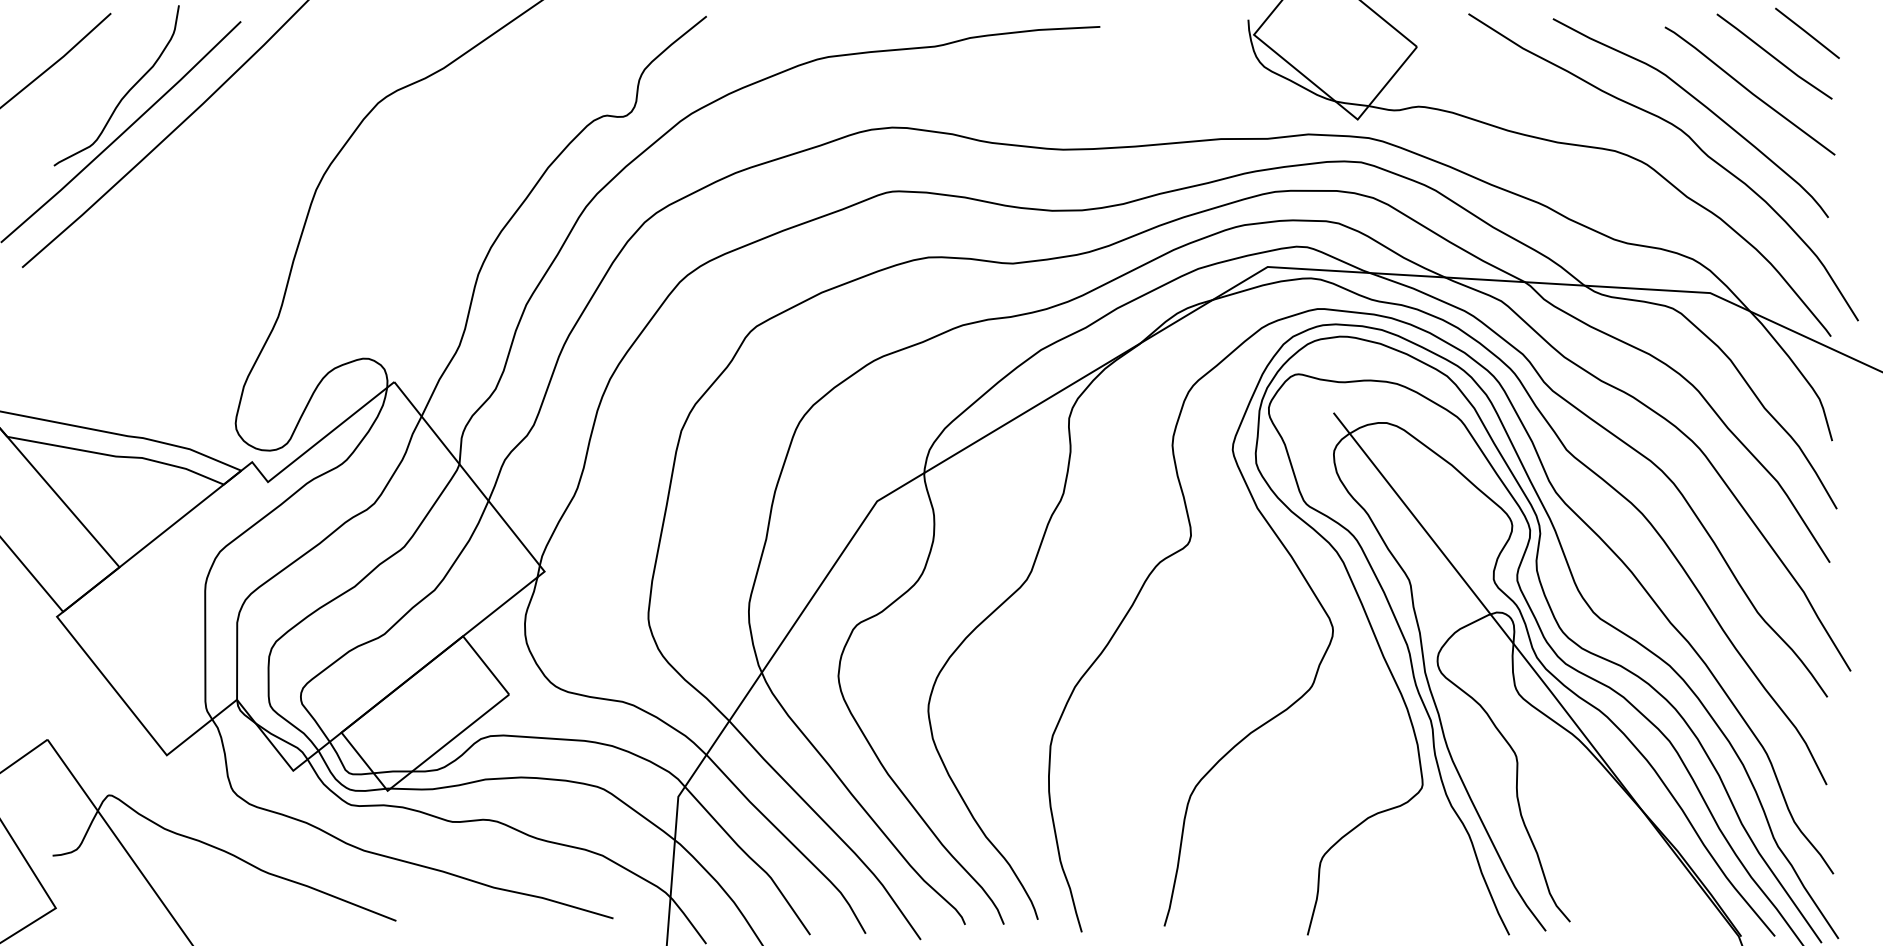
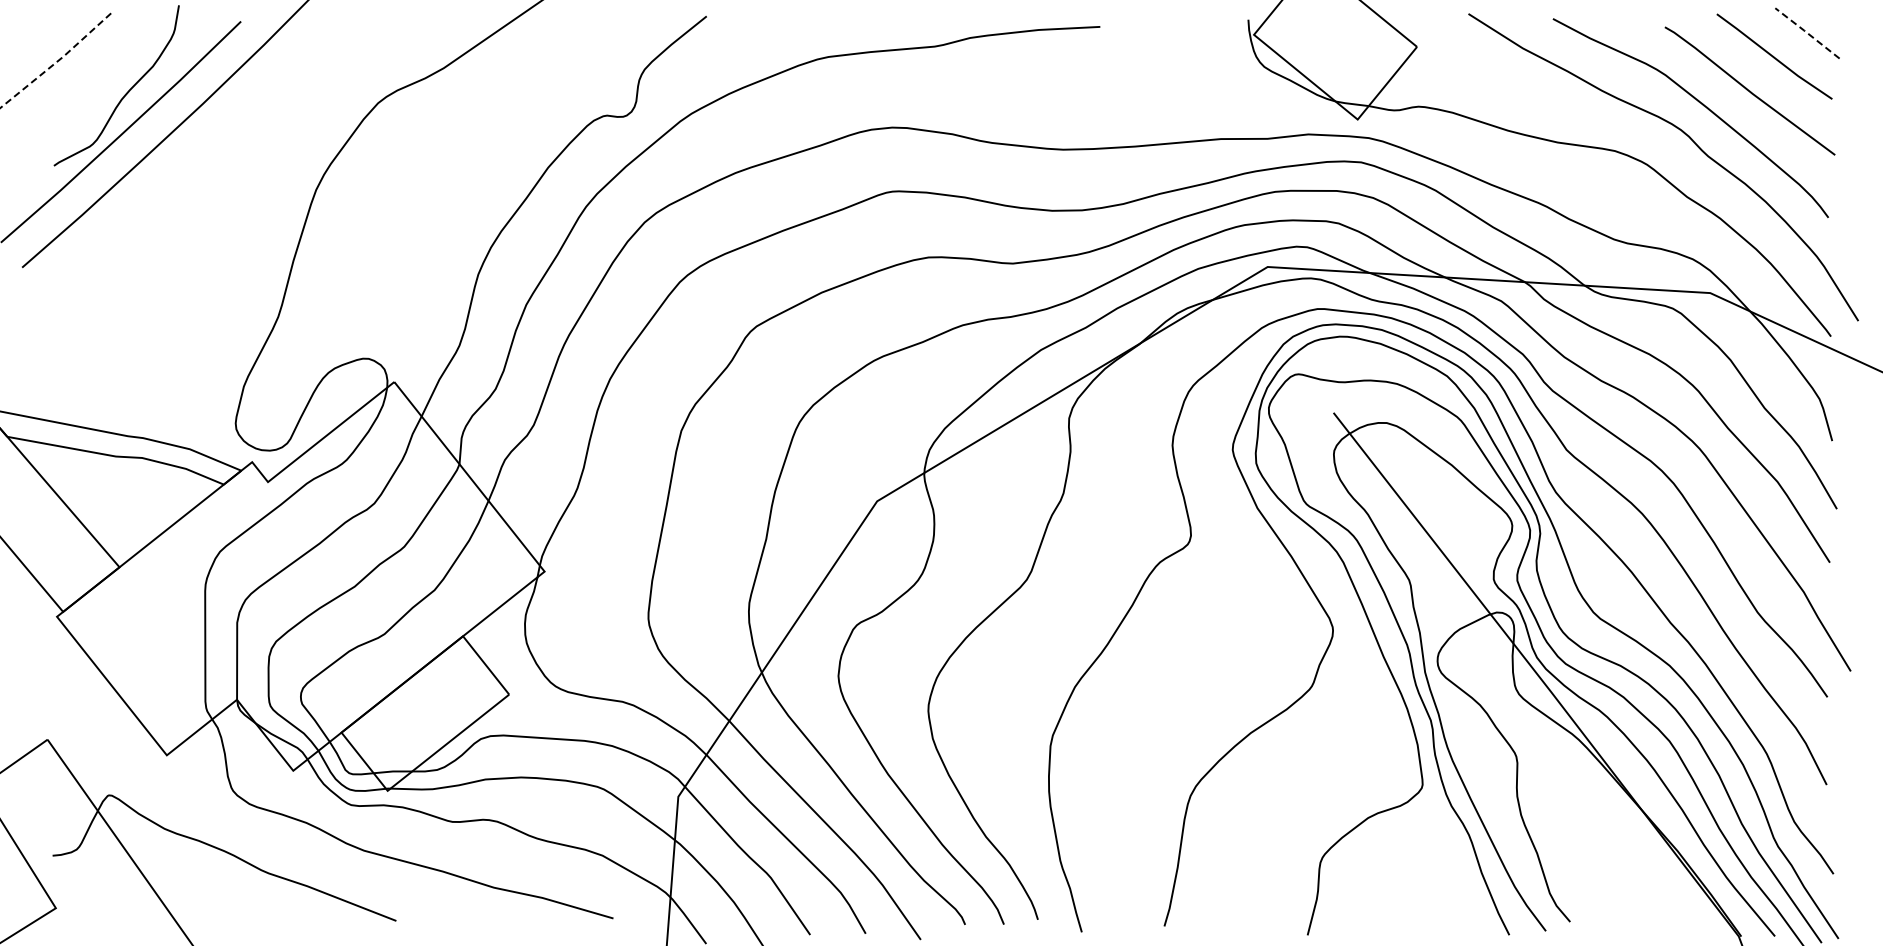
line at (1807, 32): solid -> dashed
line at (57, 61): solid -> dashed
